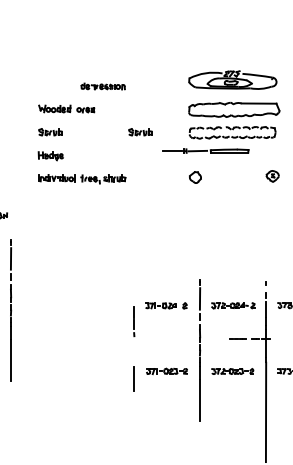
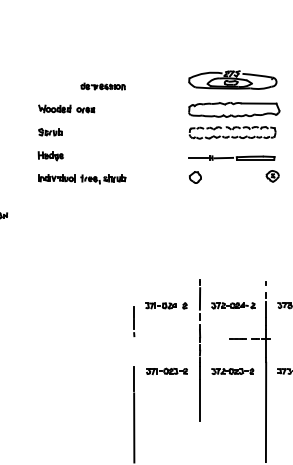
part at (140, 132): present -> none
part at (205, 150) position: (205, 150) -> (231, 157)
line at (11, 310): present -> none
line at (134, 427): none -> present
